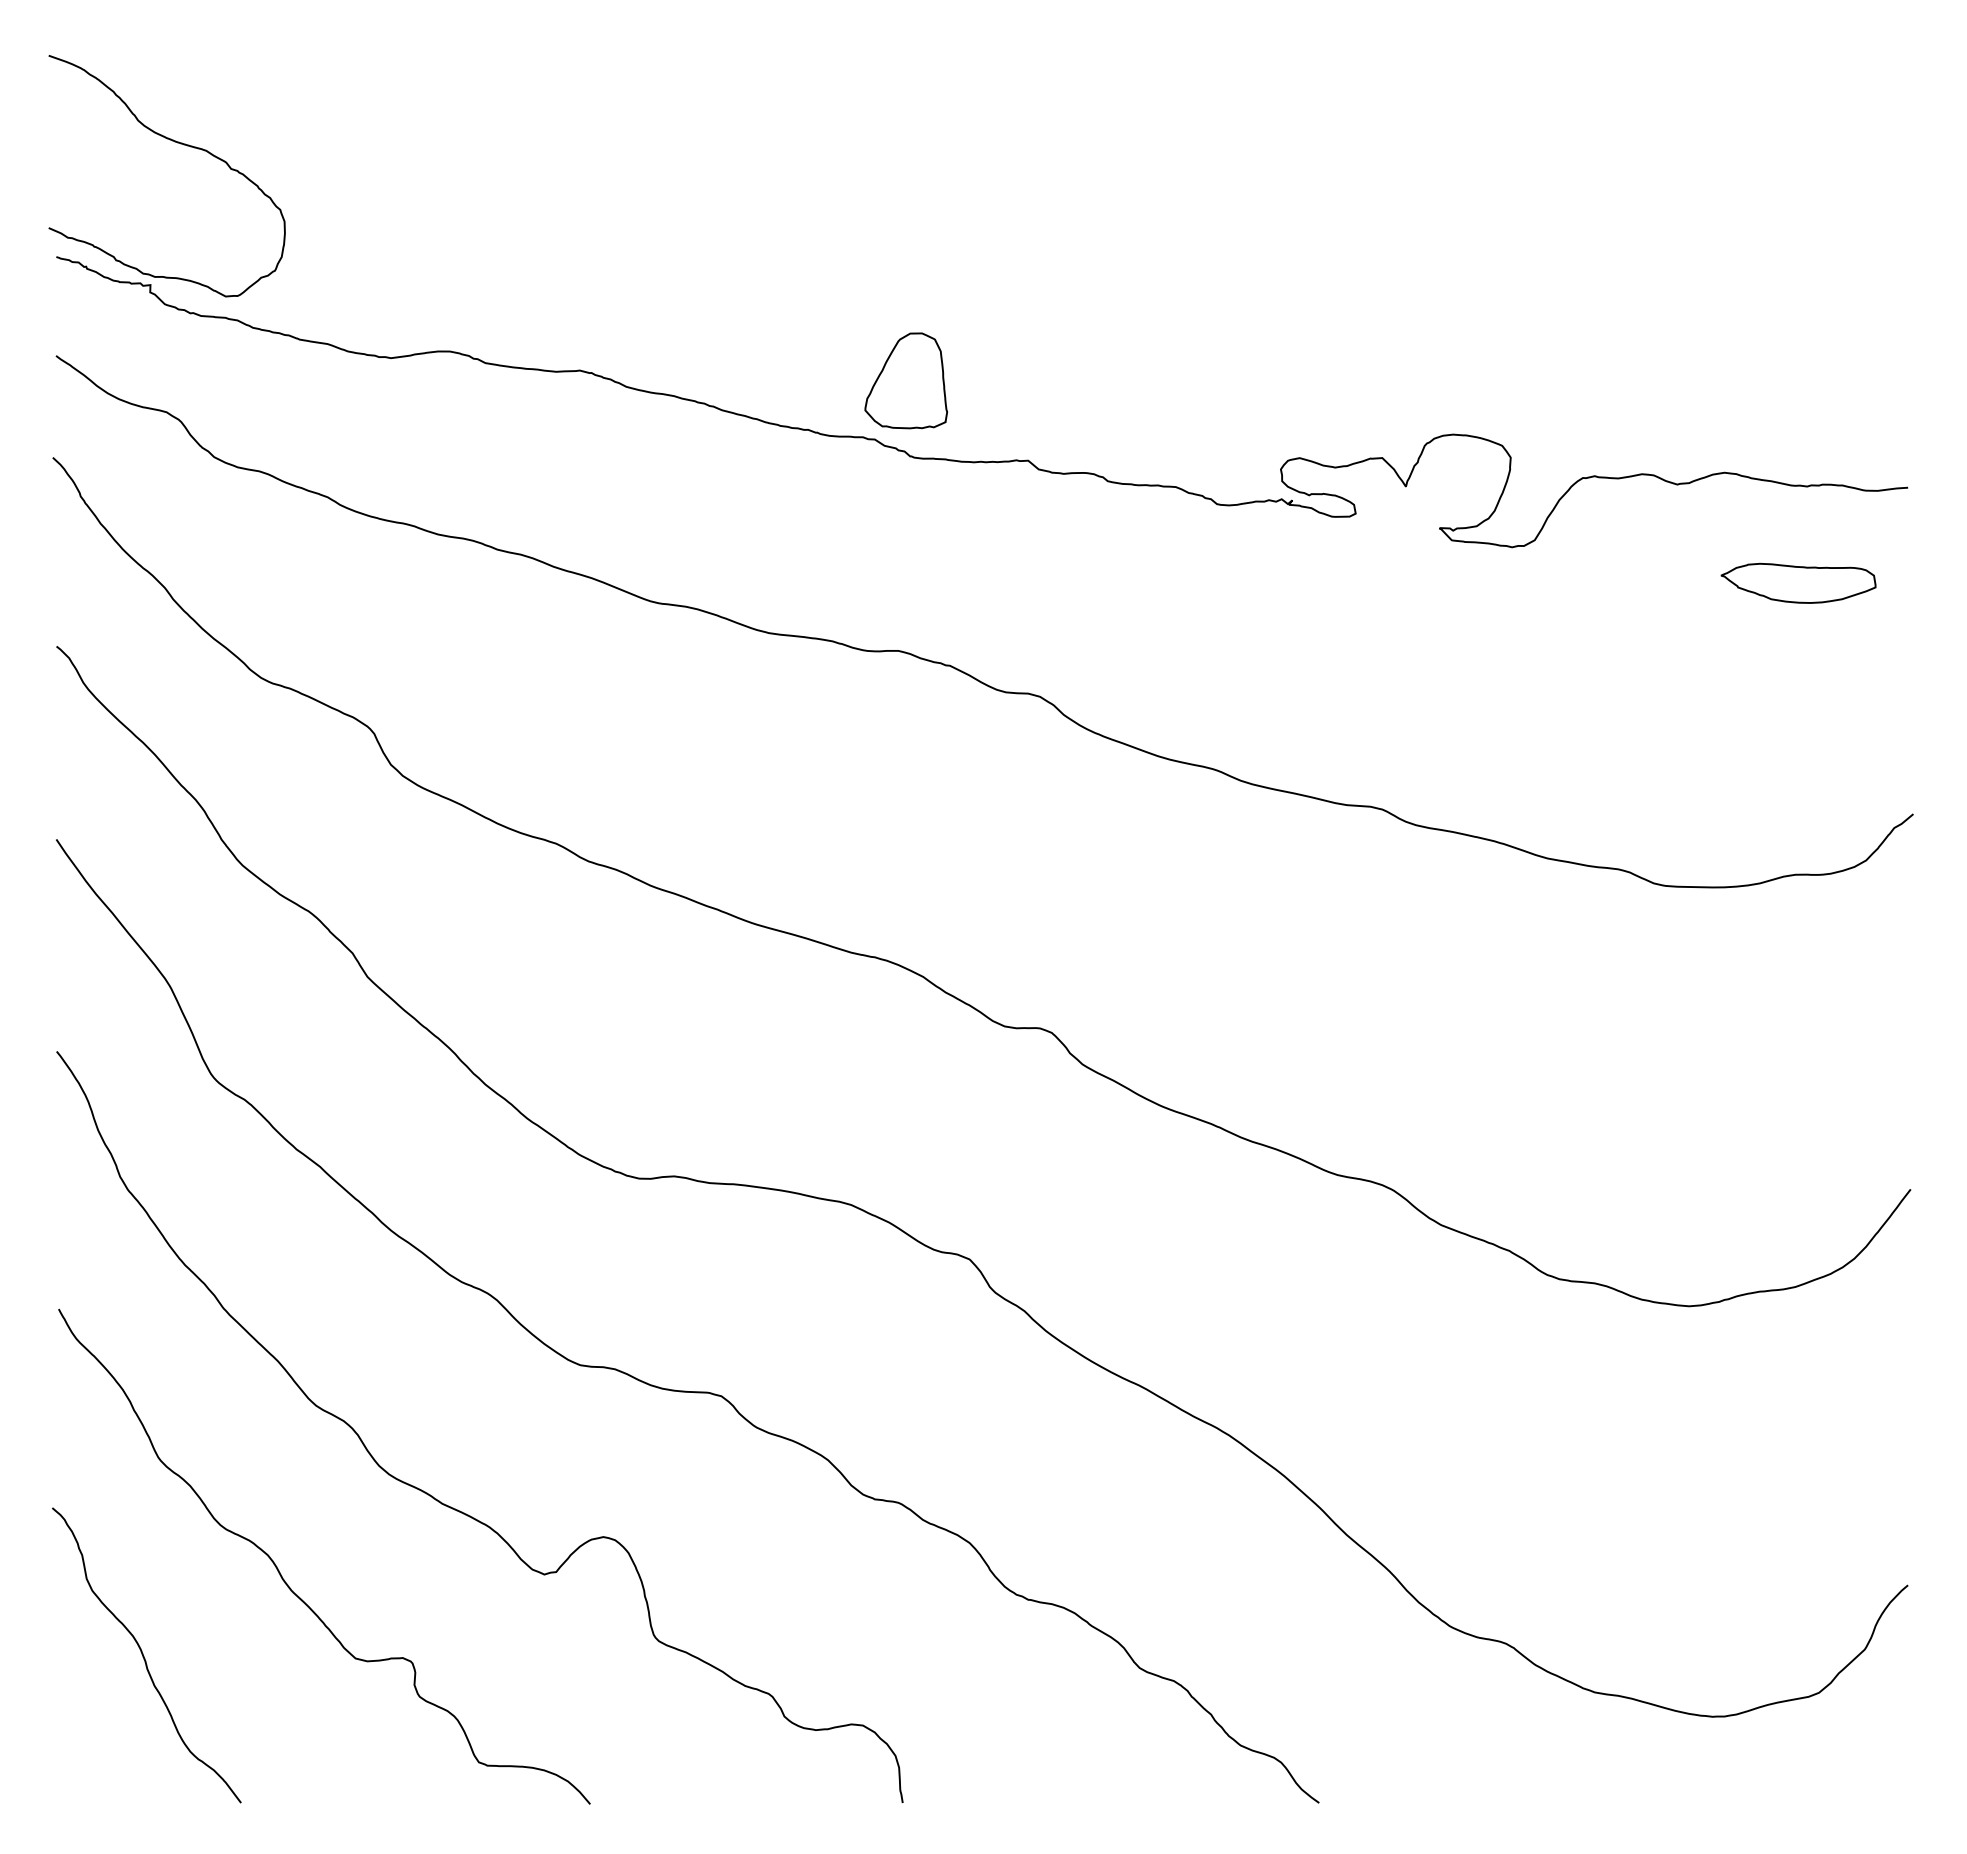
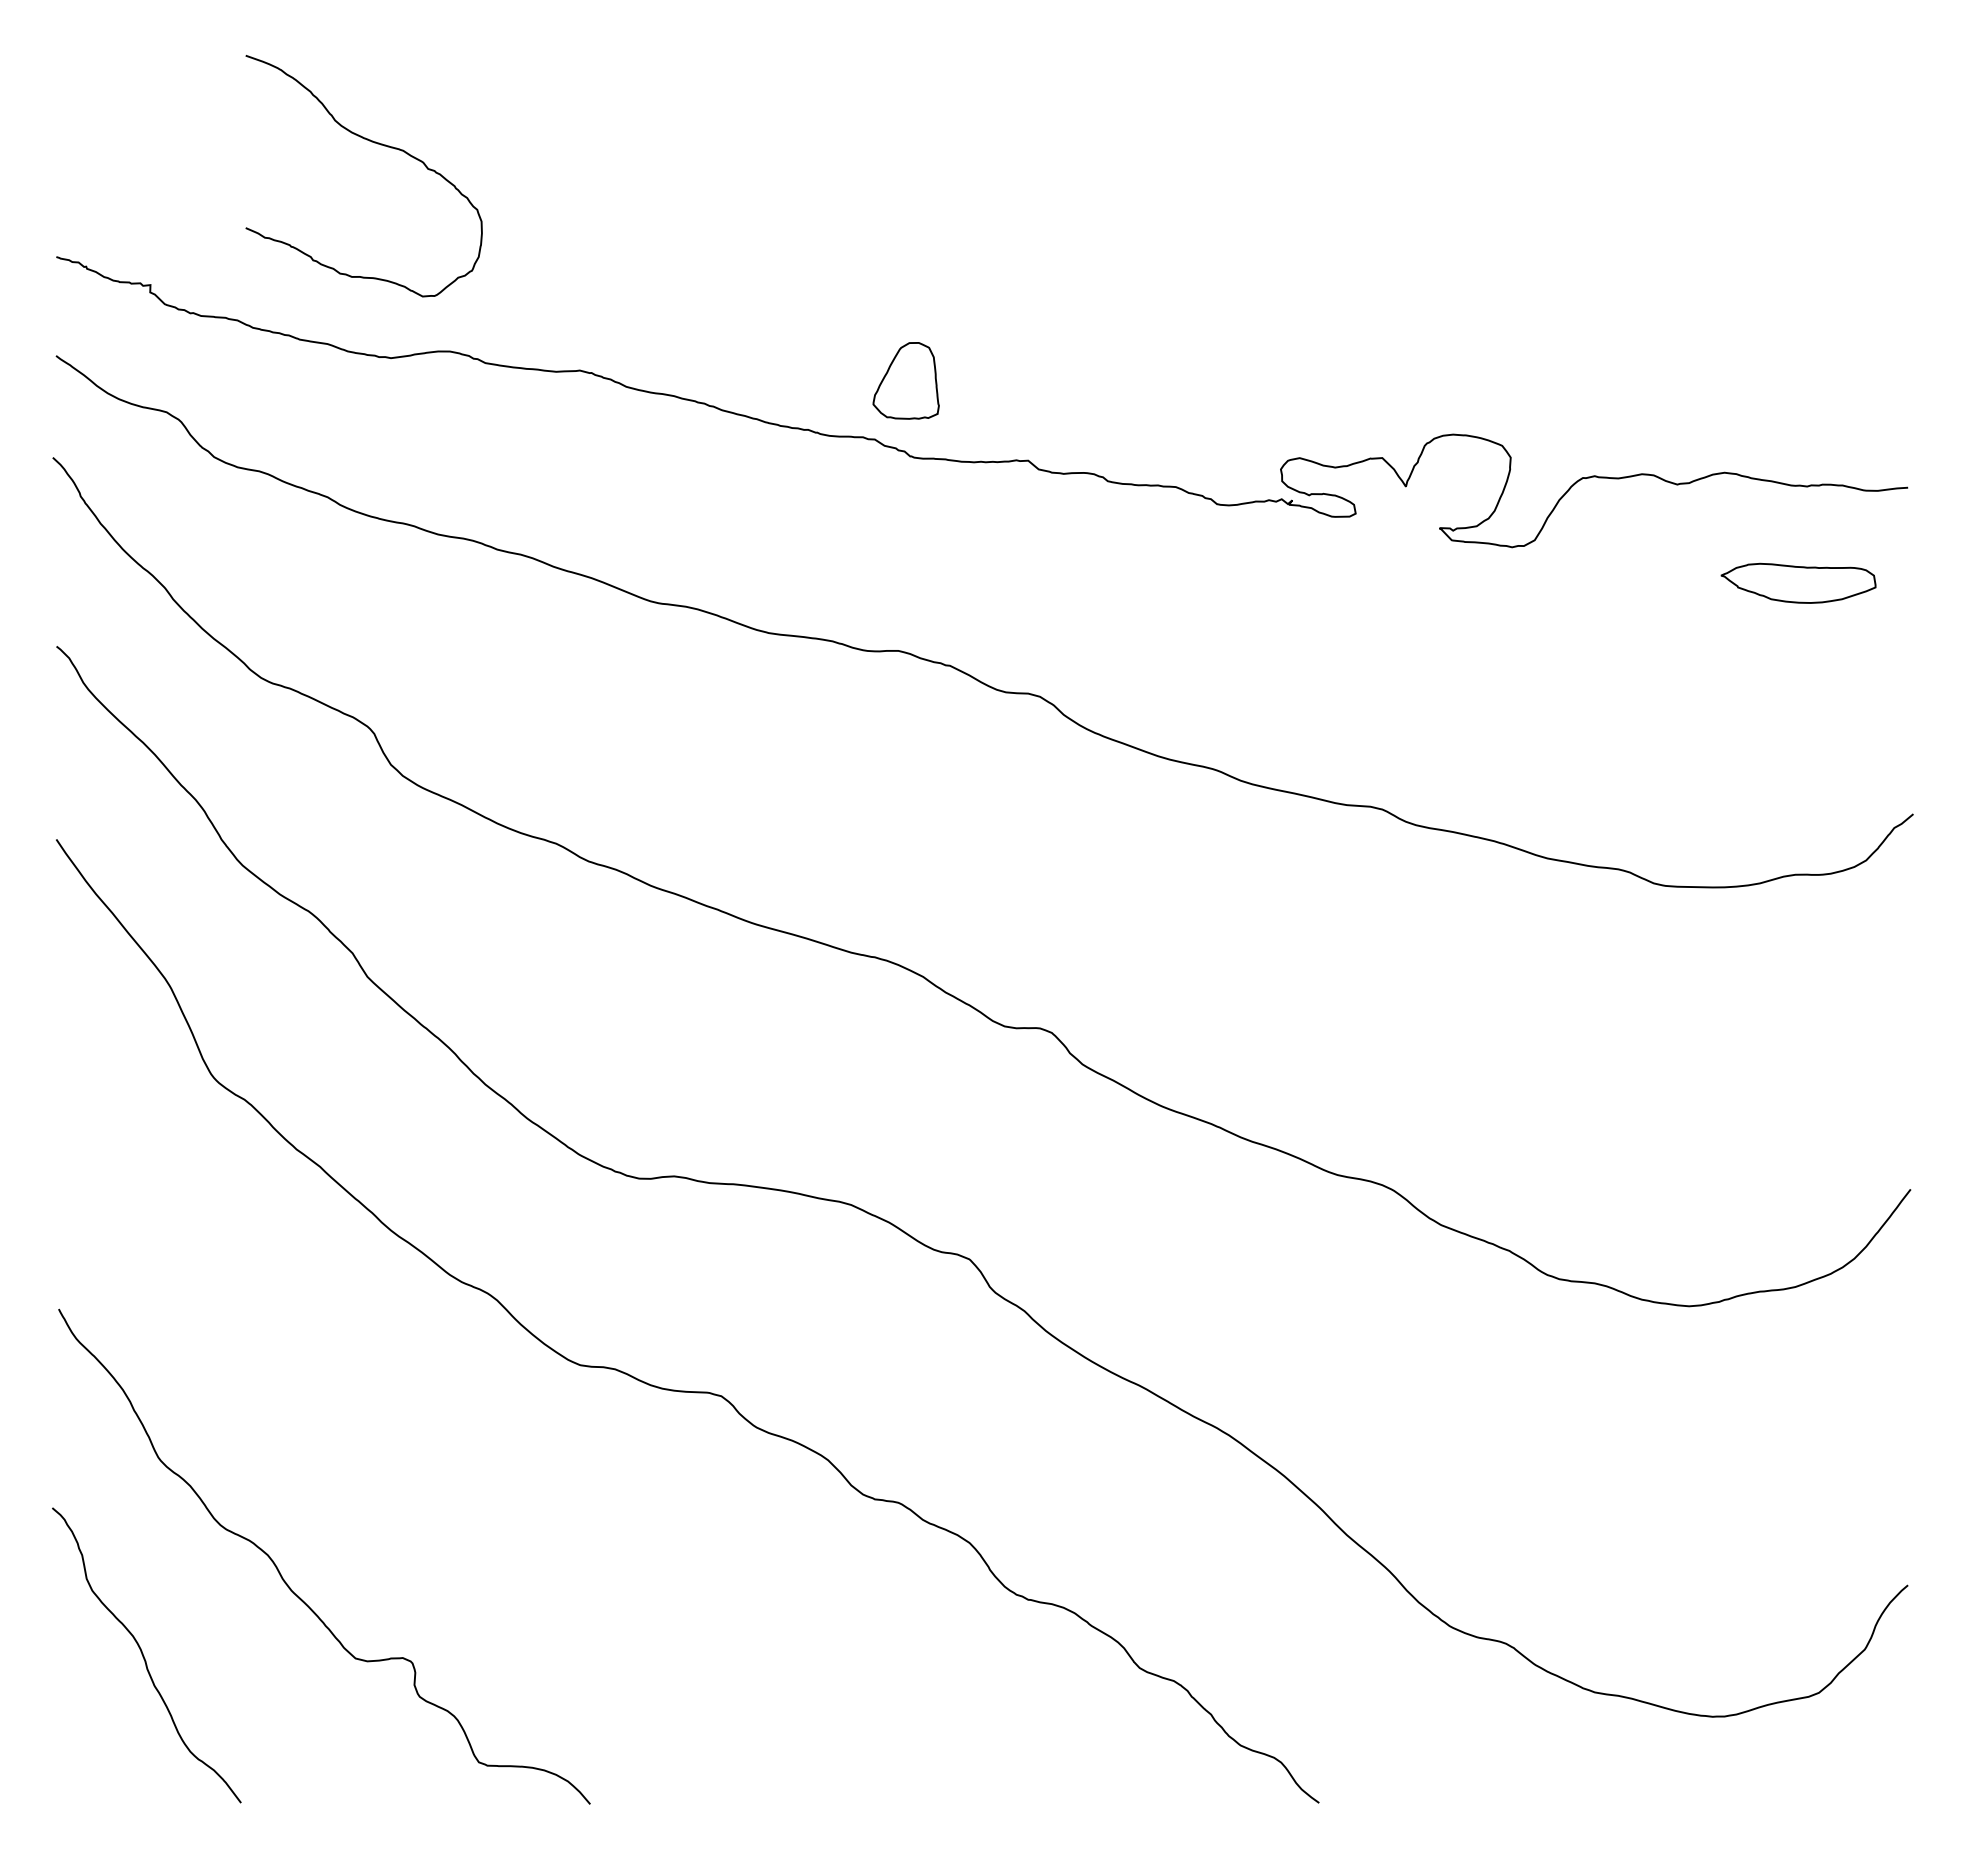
curve at (177, 143) position: (177, 143) -> (374, 143)
part at (905, 380) size: 84x98 px -> 68x78 px
curve at (432, 1495): present -> none
